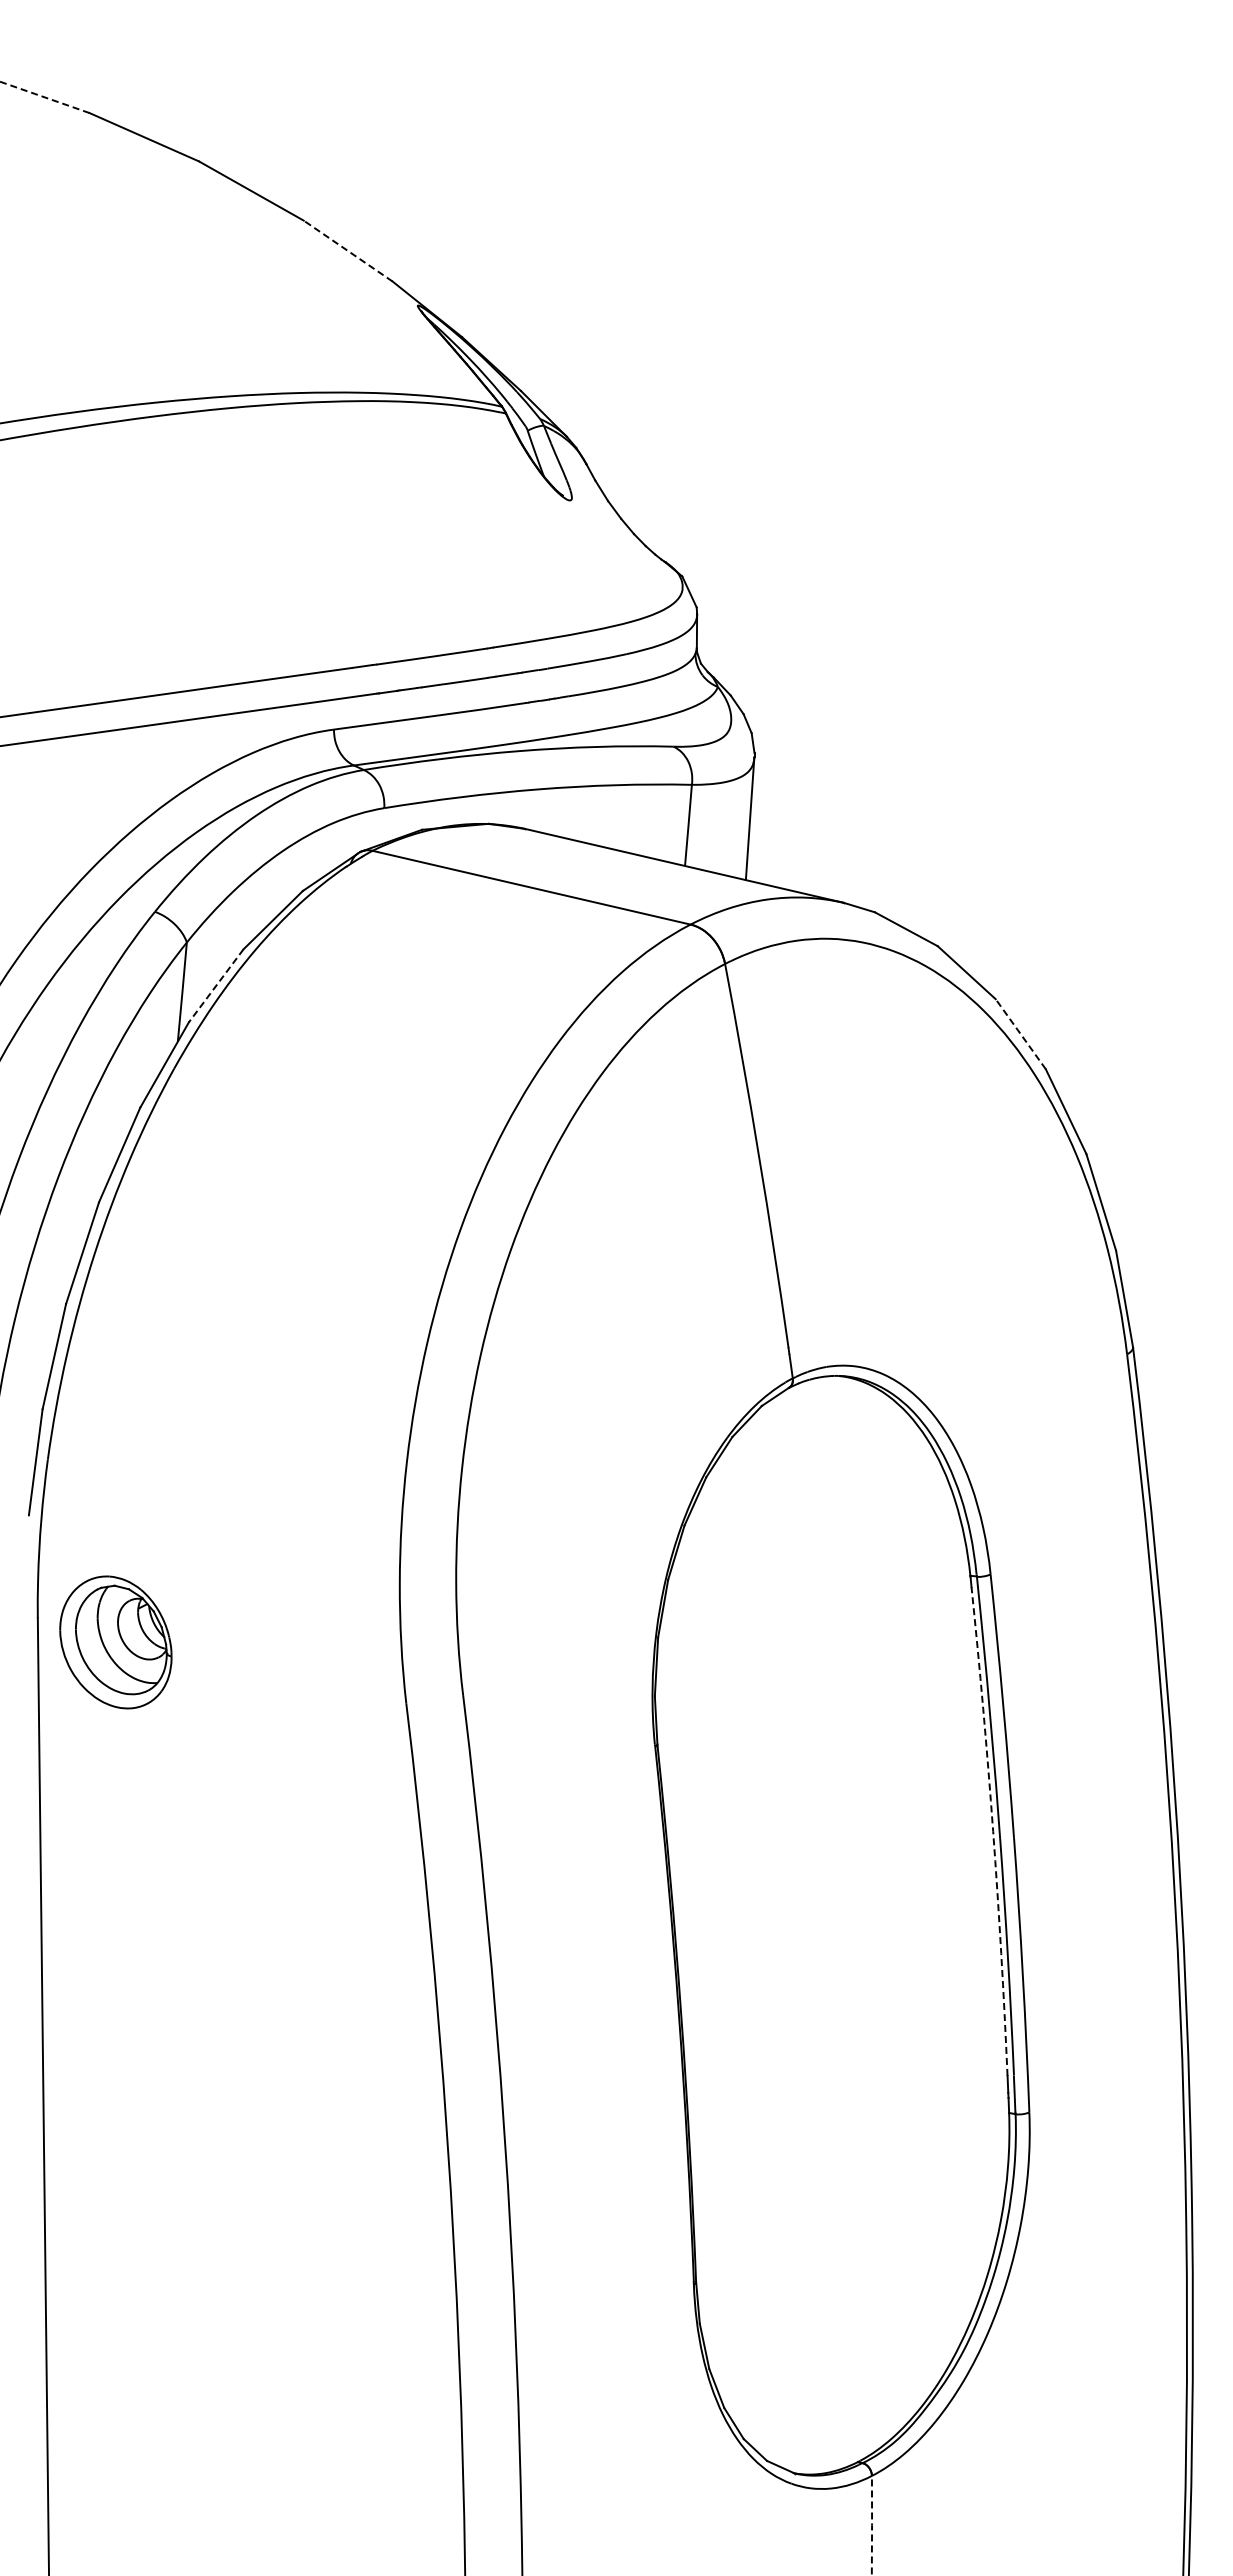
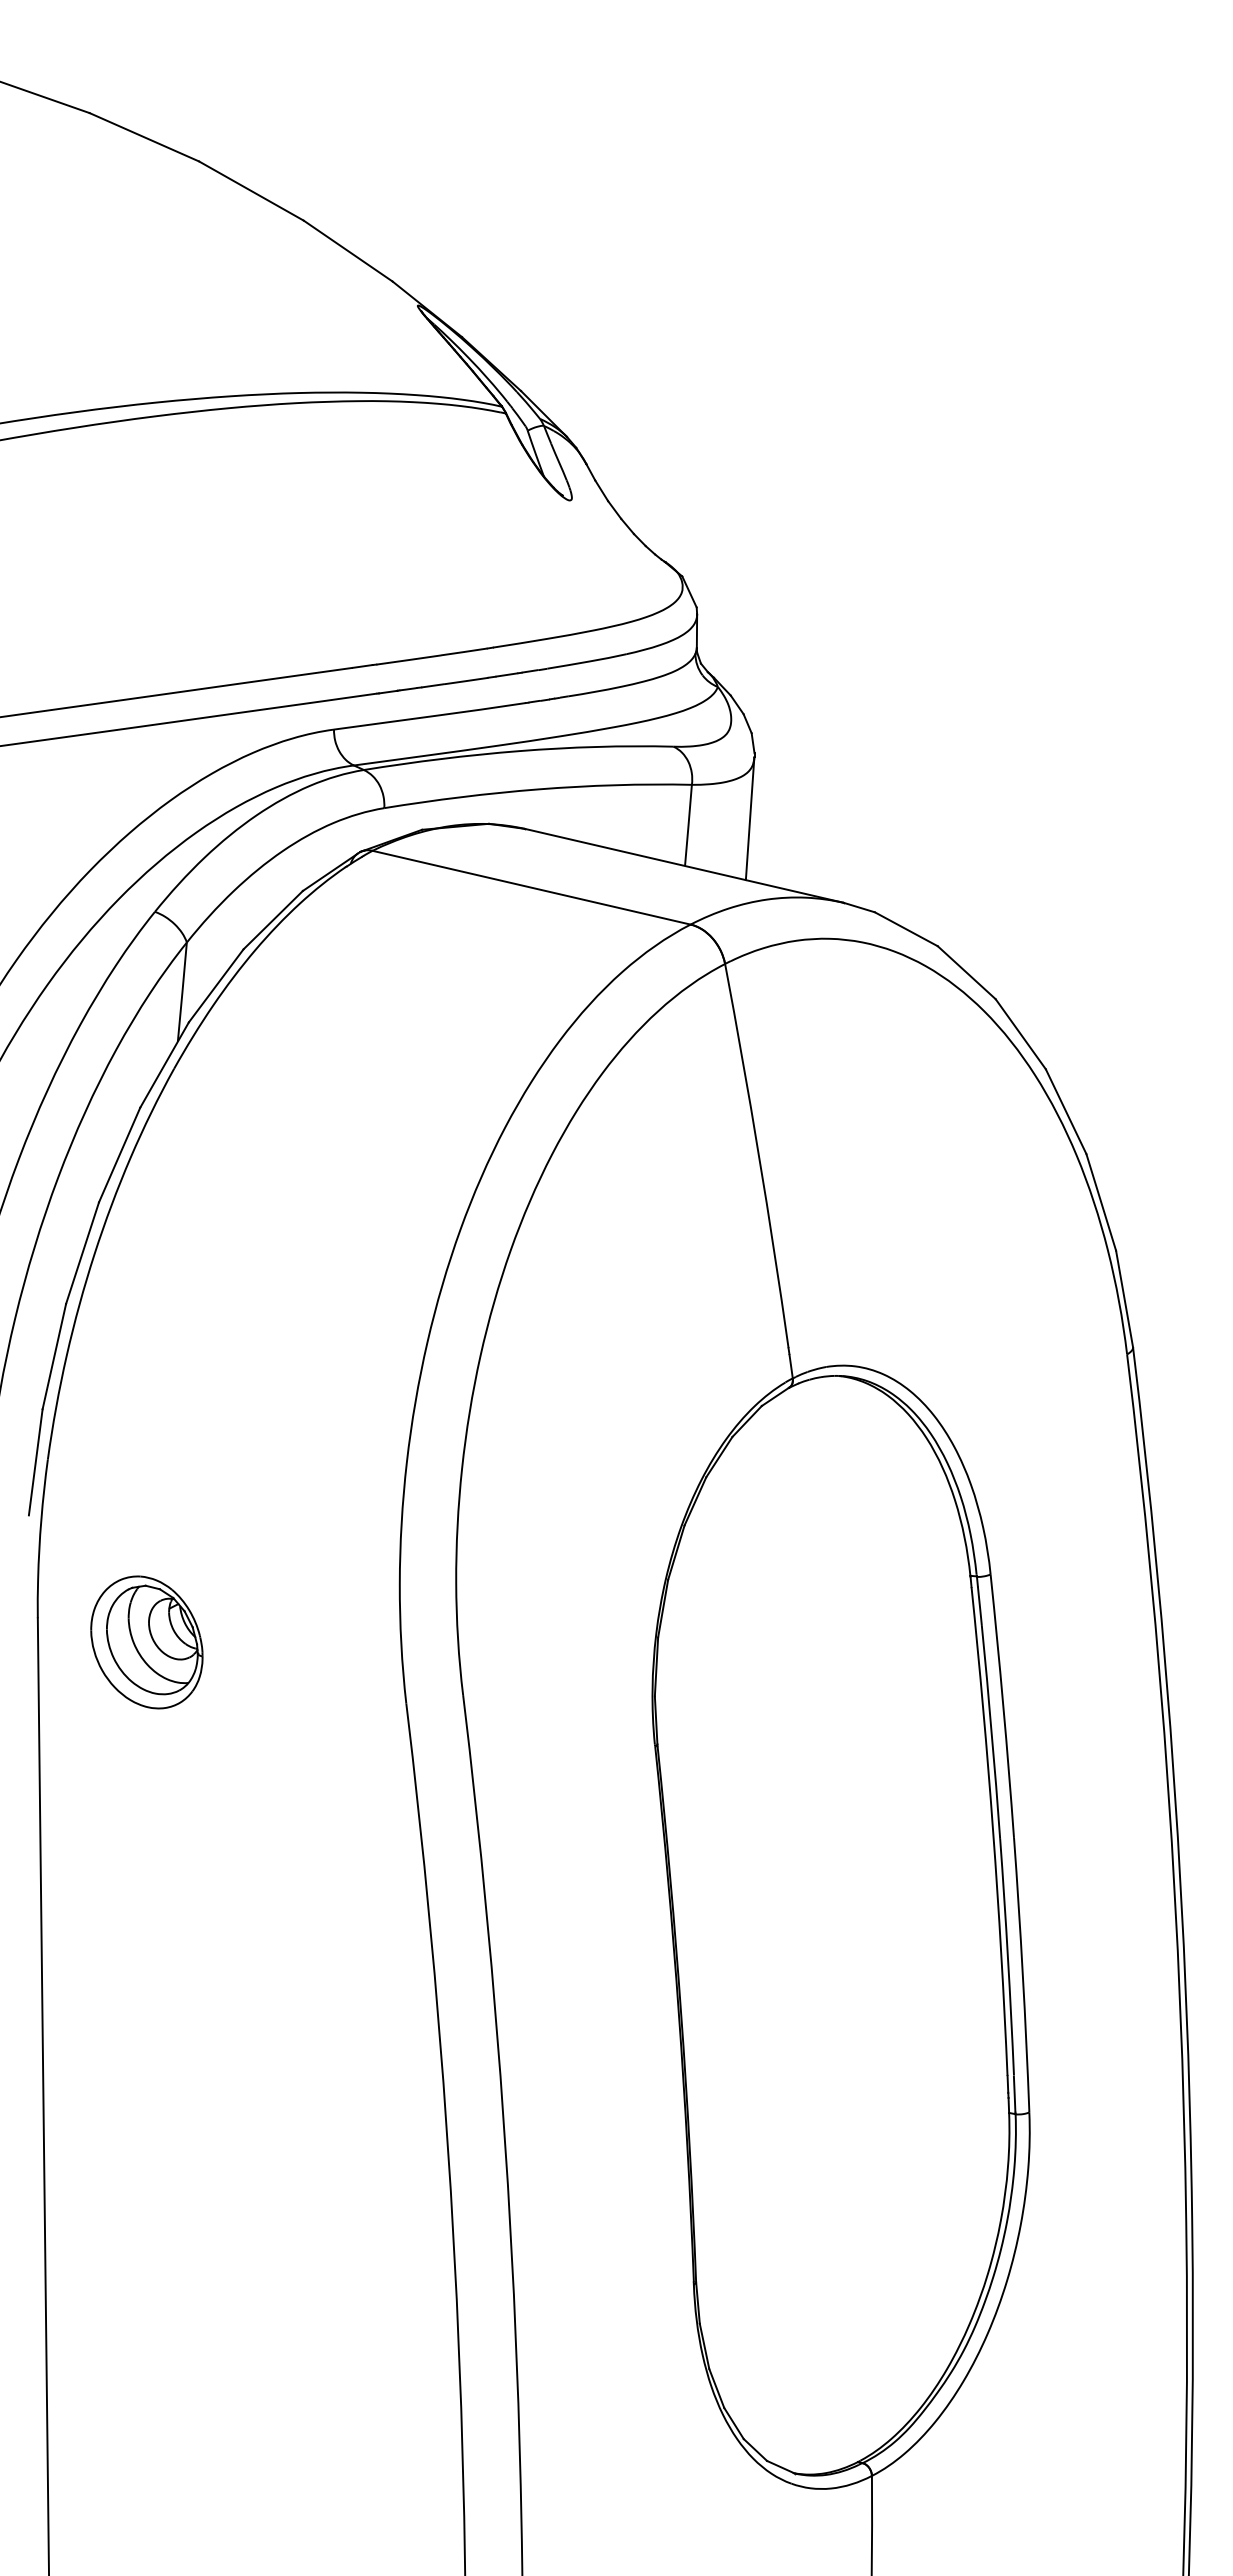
line at (44, 97): dashed -> solid
line at (348, 251): dashed -> solid
line at (216, 985): dashed -> solid
line at (1020, 1033): dashed -> solid
part at (115, 1642) position: (115, 1642) -> (146, 1642)
arc at (993, 1831): dashed -> solid
arc at (871, 2525): dashed -> solid
